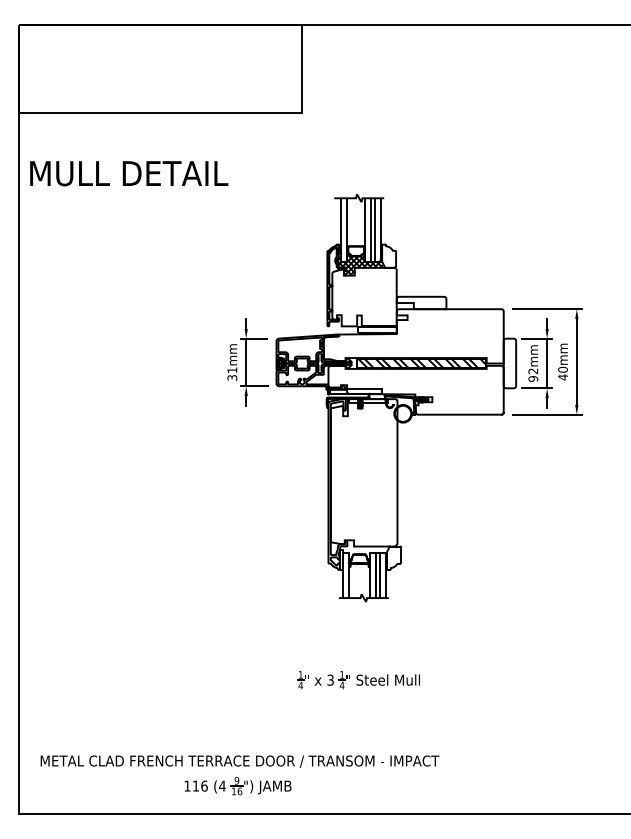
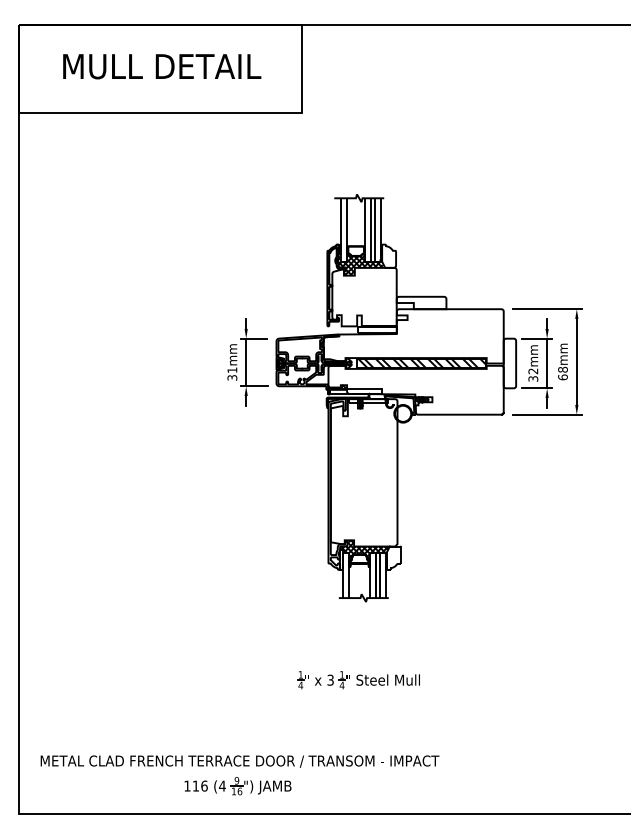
text at (129, 173) position: (129, 173) -> (162, 66)
text at (562, 373): 40mm -> 68mm
text at (533, 378): 92mm -> 32mm
hatch at (364, 549): none -> present
